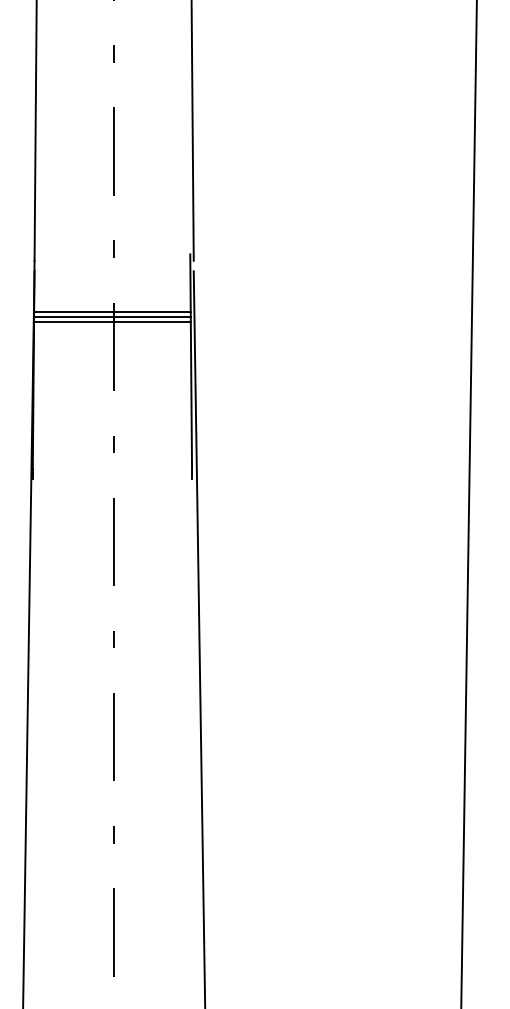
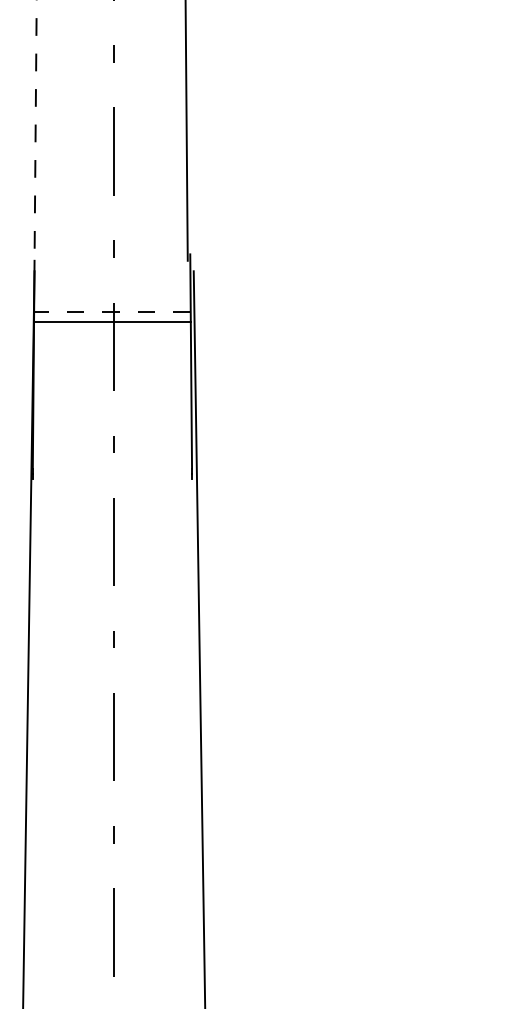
line at (35, 130): solid -> dashed
line at (192, 131) position: (192, 131) -> (186, 131)
line at (111, 311): solid -> dashed
line at (112, 317): present -> none
line at (468, 503): present -> none
